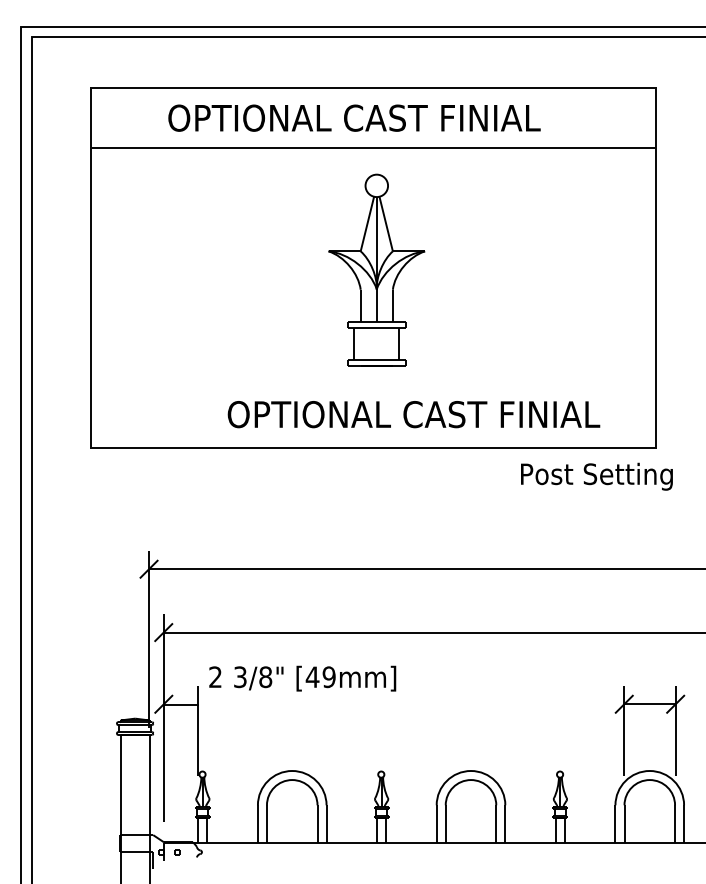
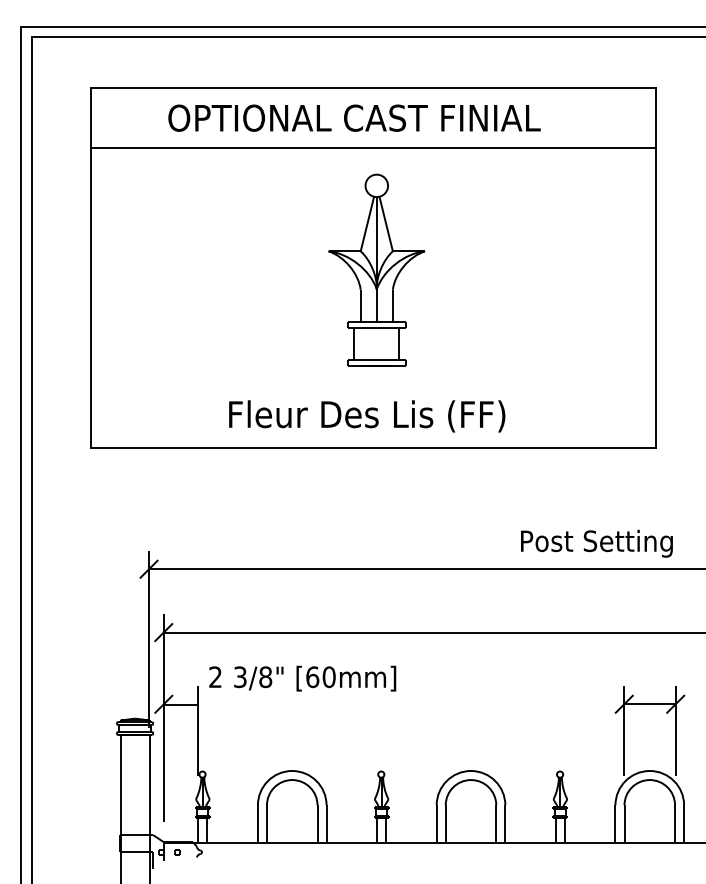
text at (413, 416): OPTIONAL CAST FINIAL -> Fleur Des Lis (FF)
text at (596, 476) position: (596, 476) -> (596, 543)
text at (320, 677): [49mm] -> [60mm]
